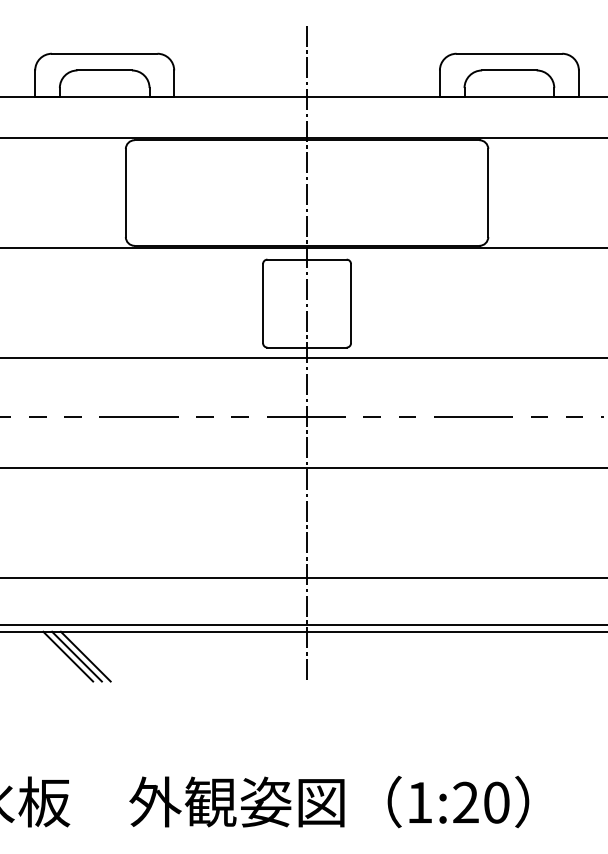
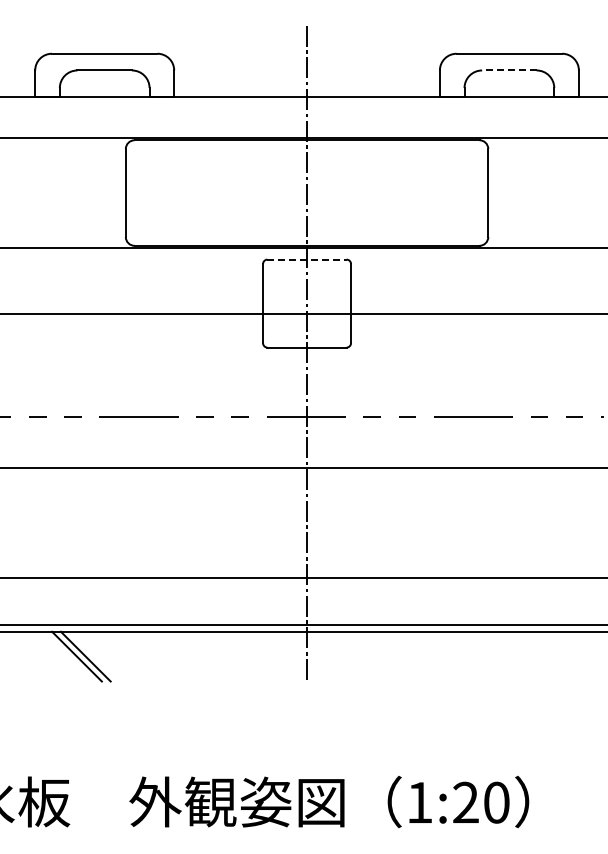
line at (508, 70): solid -> dashed
line at (307, 259): solid -> dashed
line at (303, 357) position: (303, 357) -> (303, 313)
line at (68, 656): present -> none
